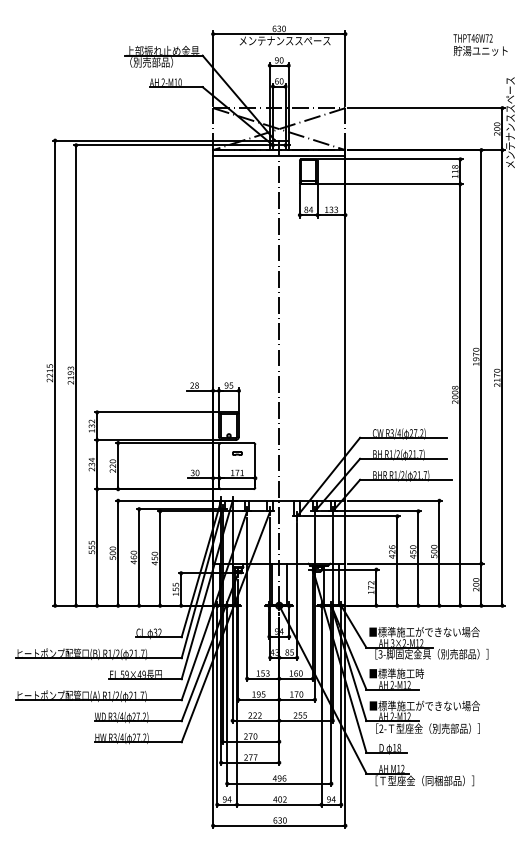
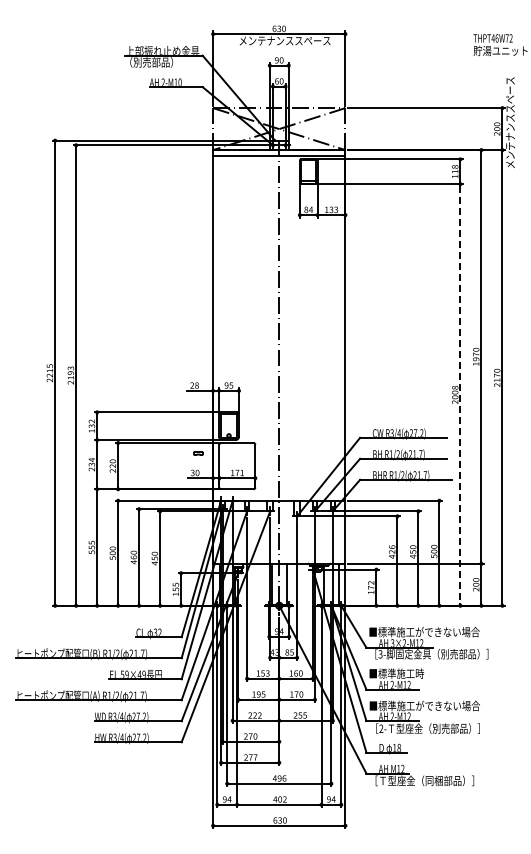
text at (480, 45) position: (480, 45) -> (500, 45)
line at (460, 394): solid -> dashed
part at (237, 453) position: (237, 453) -> (198, 453)
